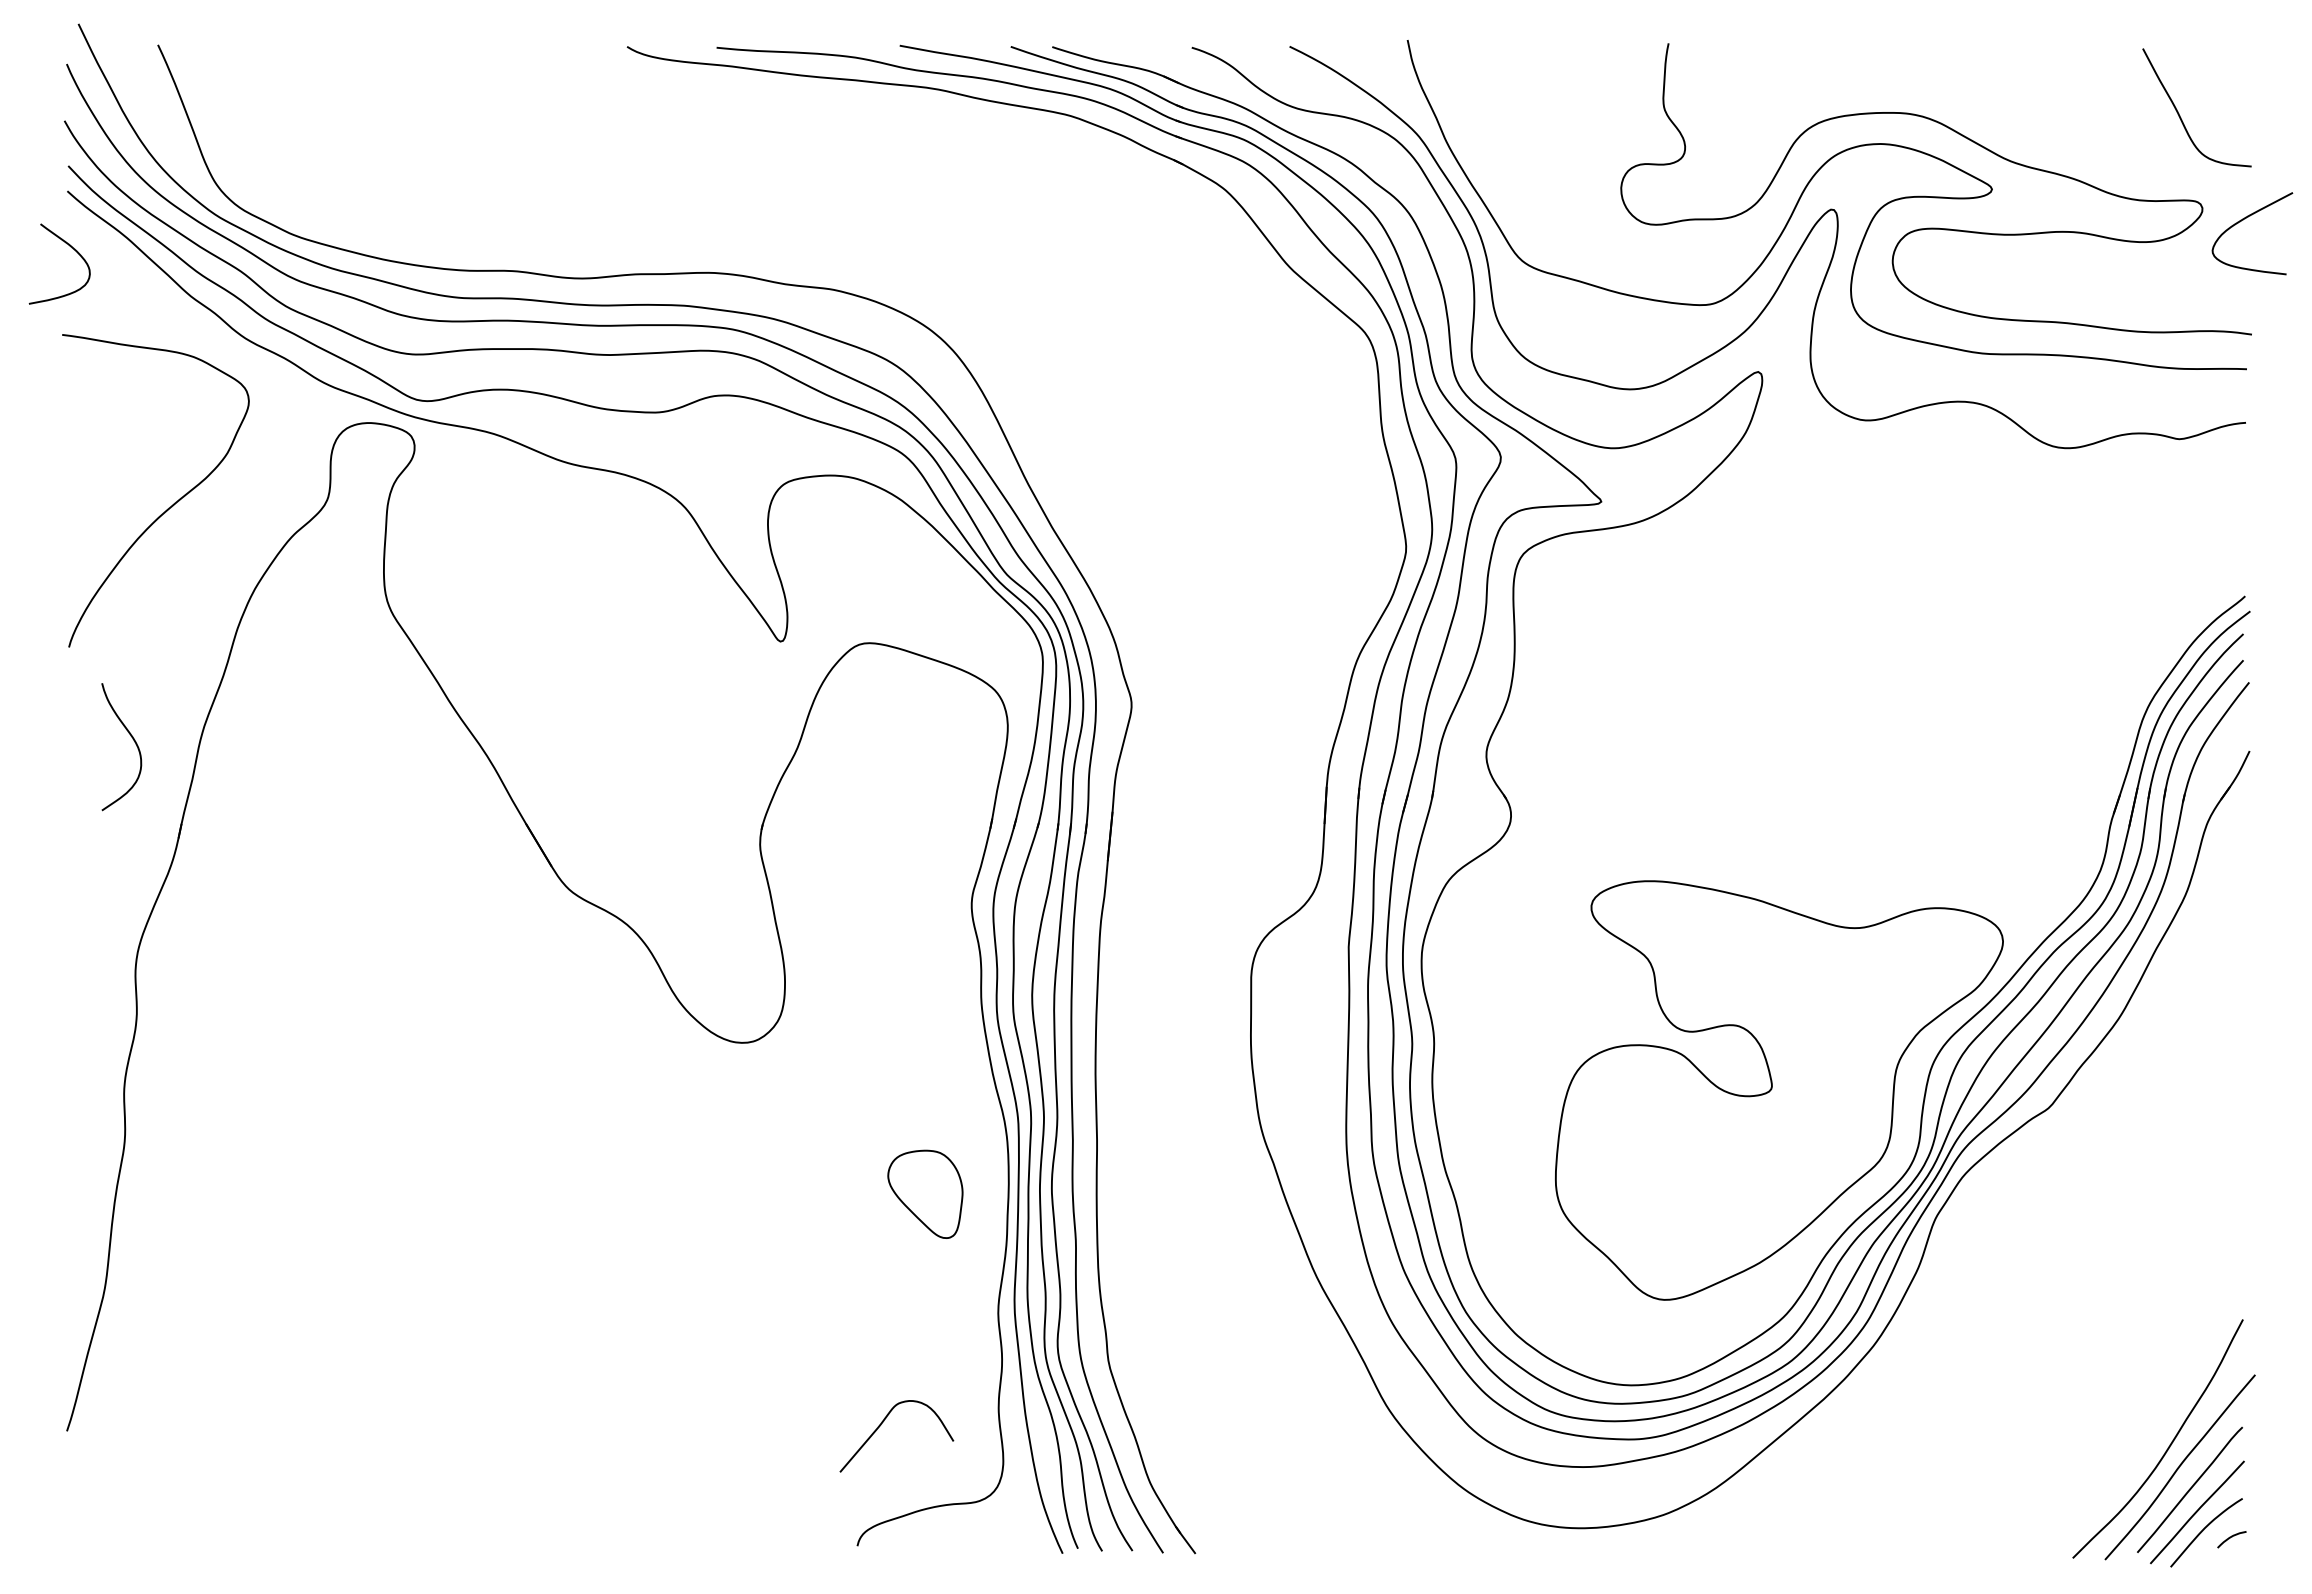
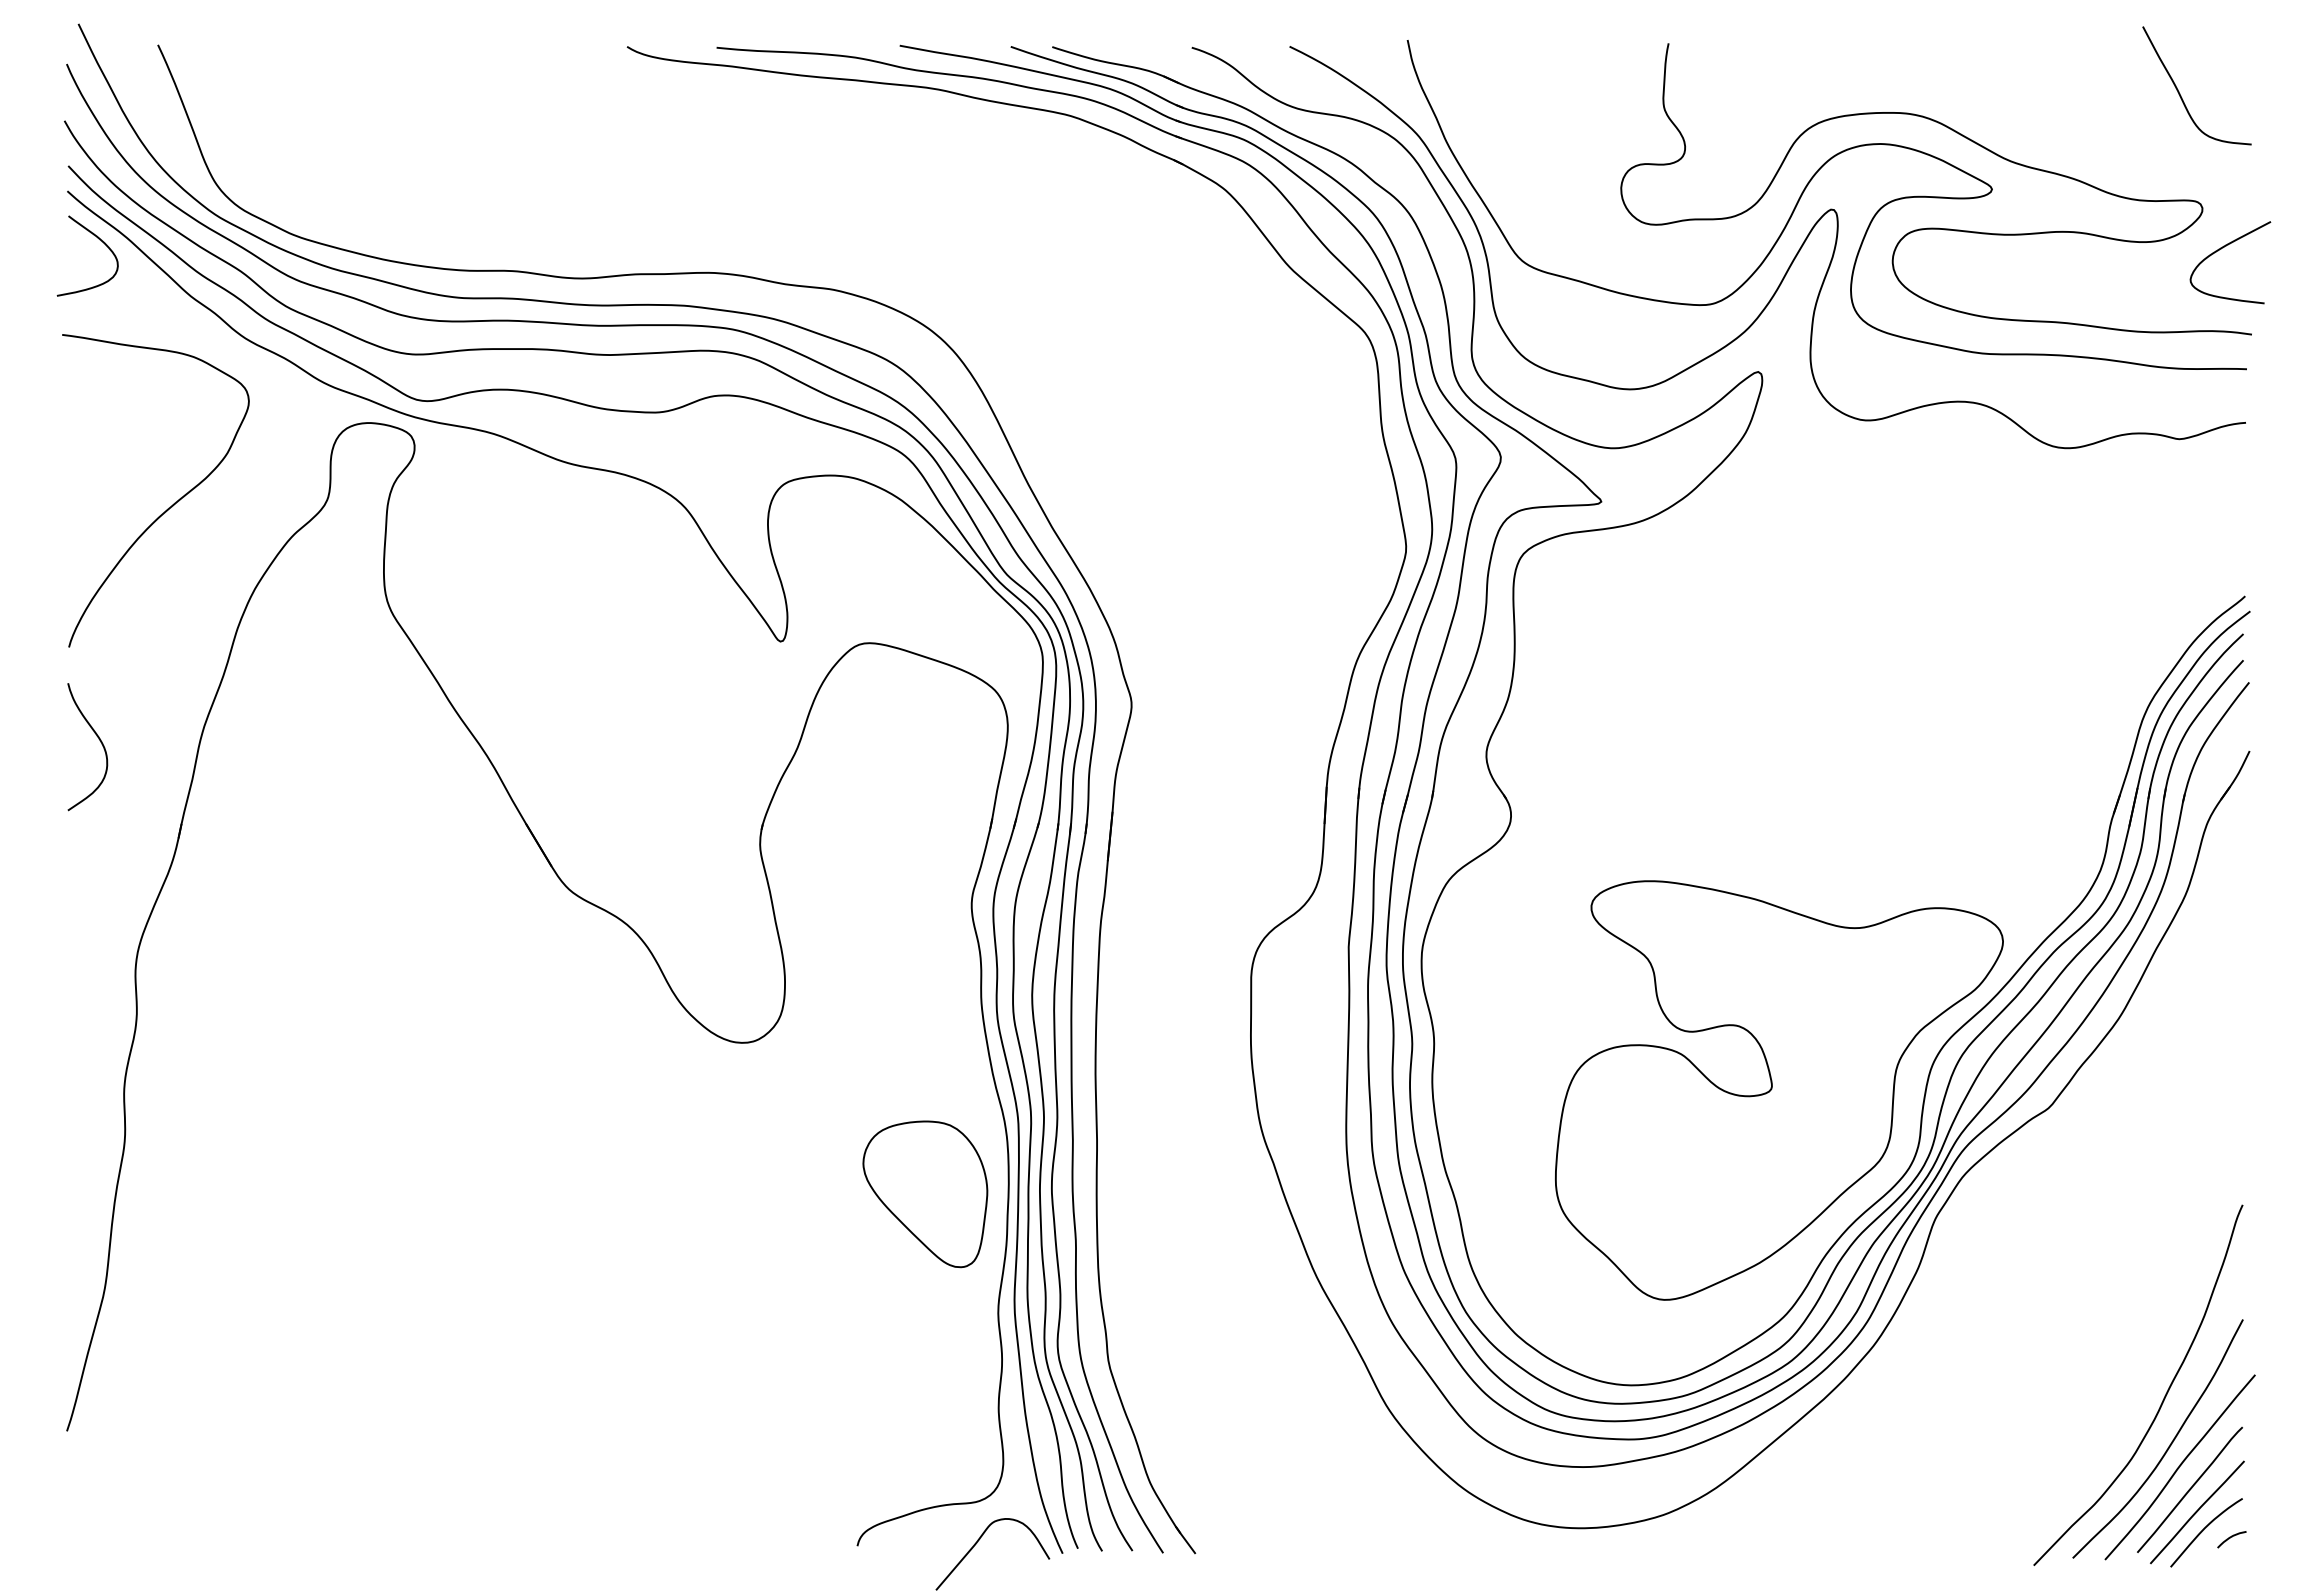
curve at (2180, 115) position: (2180, 115) -> (2180, 93)
curve at (2245, 219) position: (2245, 219) -> (2223, 248)
curve at (70, 247) position: (70, 247) -> (98, 239)
curve at (132, 739) position: (132, 739) -> (98, 739)
part at (925, 1193) size: 77x90 px -> 127x149 px
curve at (2163, 1397): none -> present
curve at (881, 1425) position: (881, 1425) -> (977, 1543)
